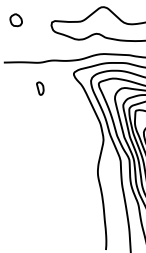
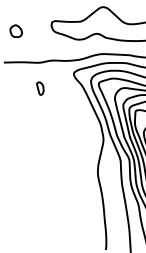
part at (15, 20) position: (15, 20) -> (15, 31)
